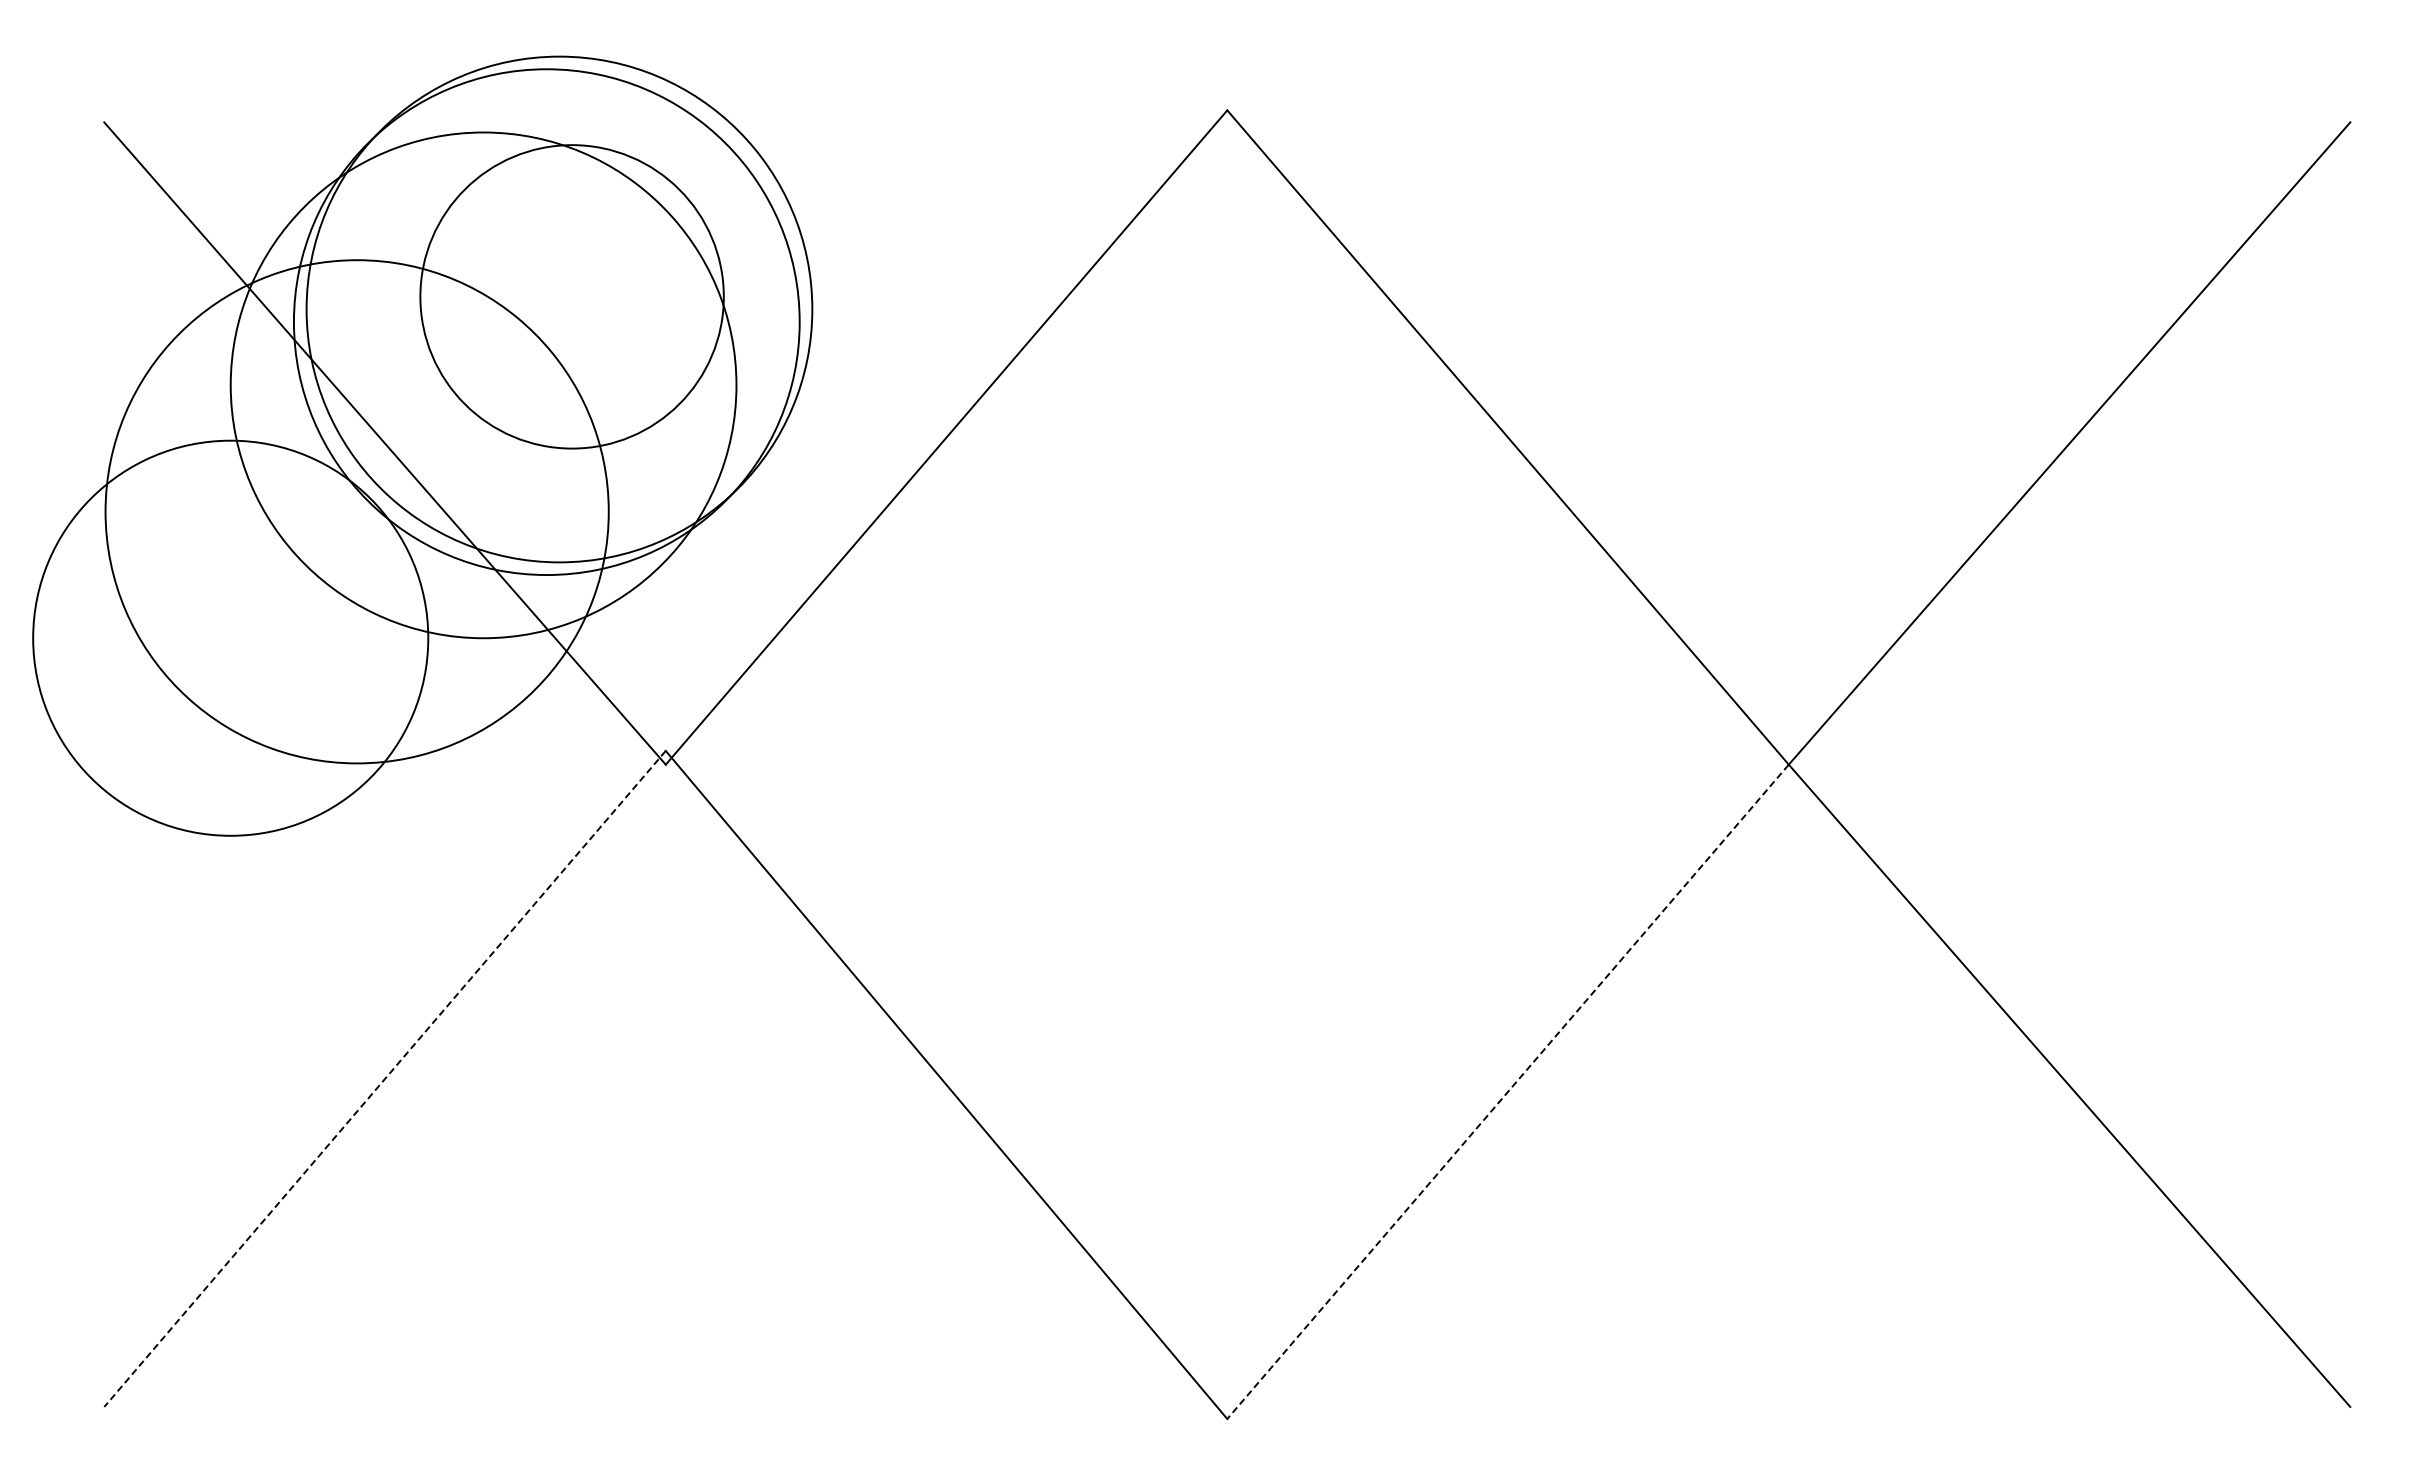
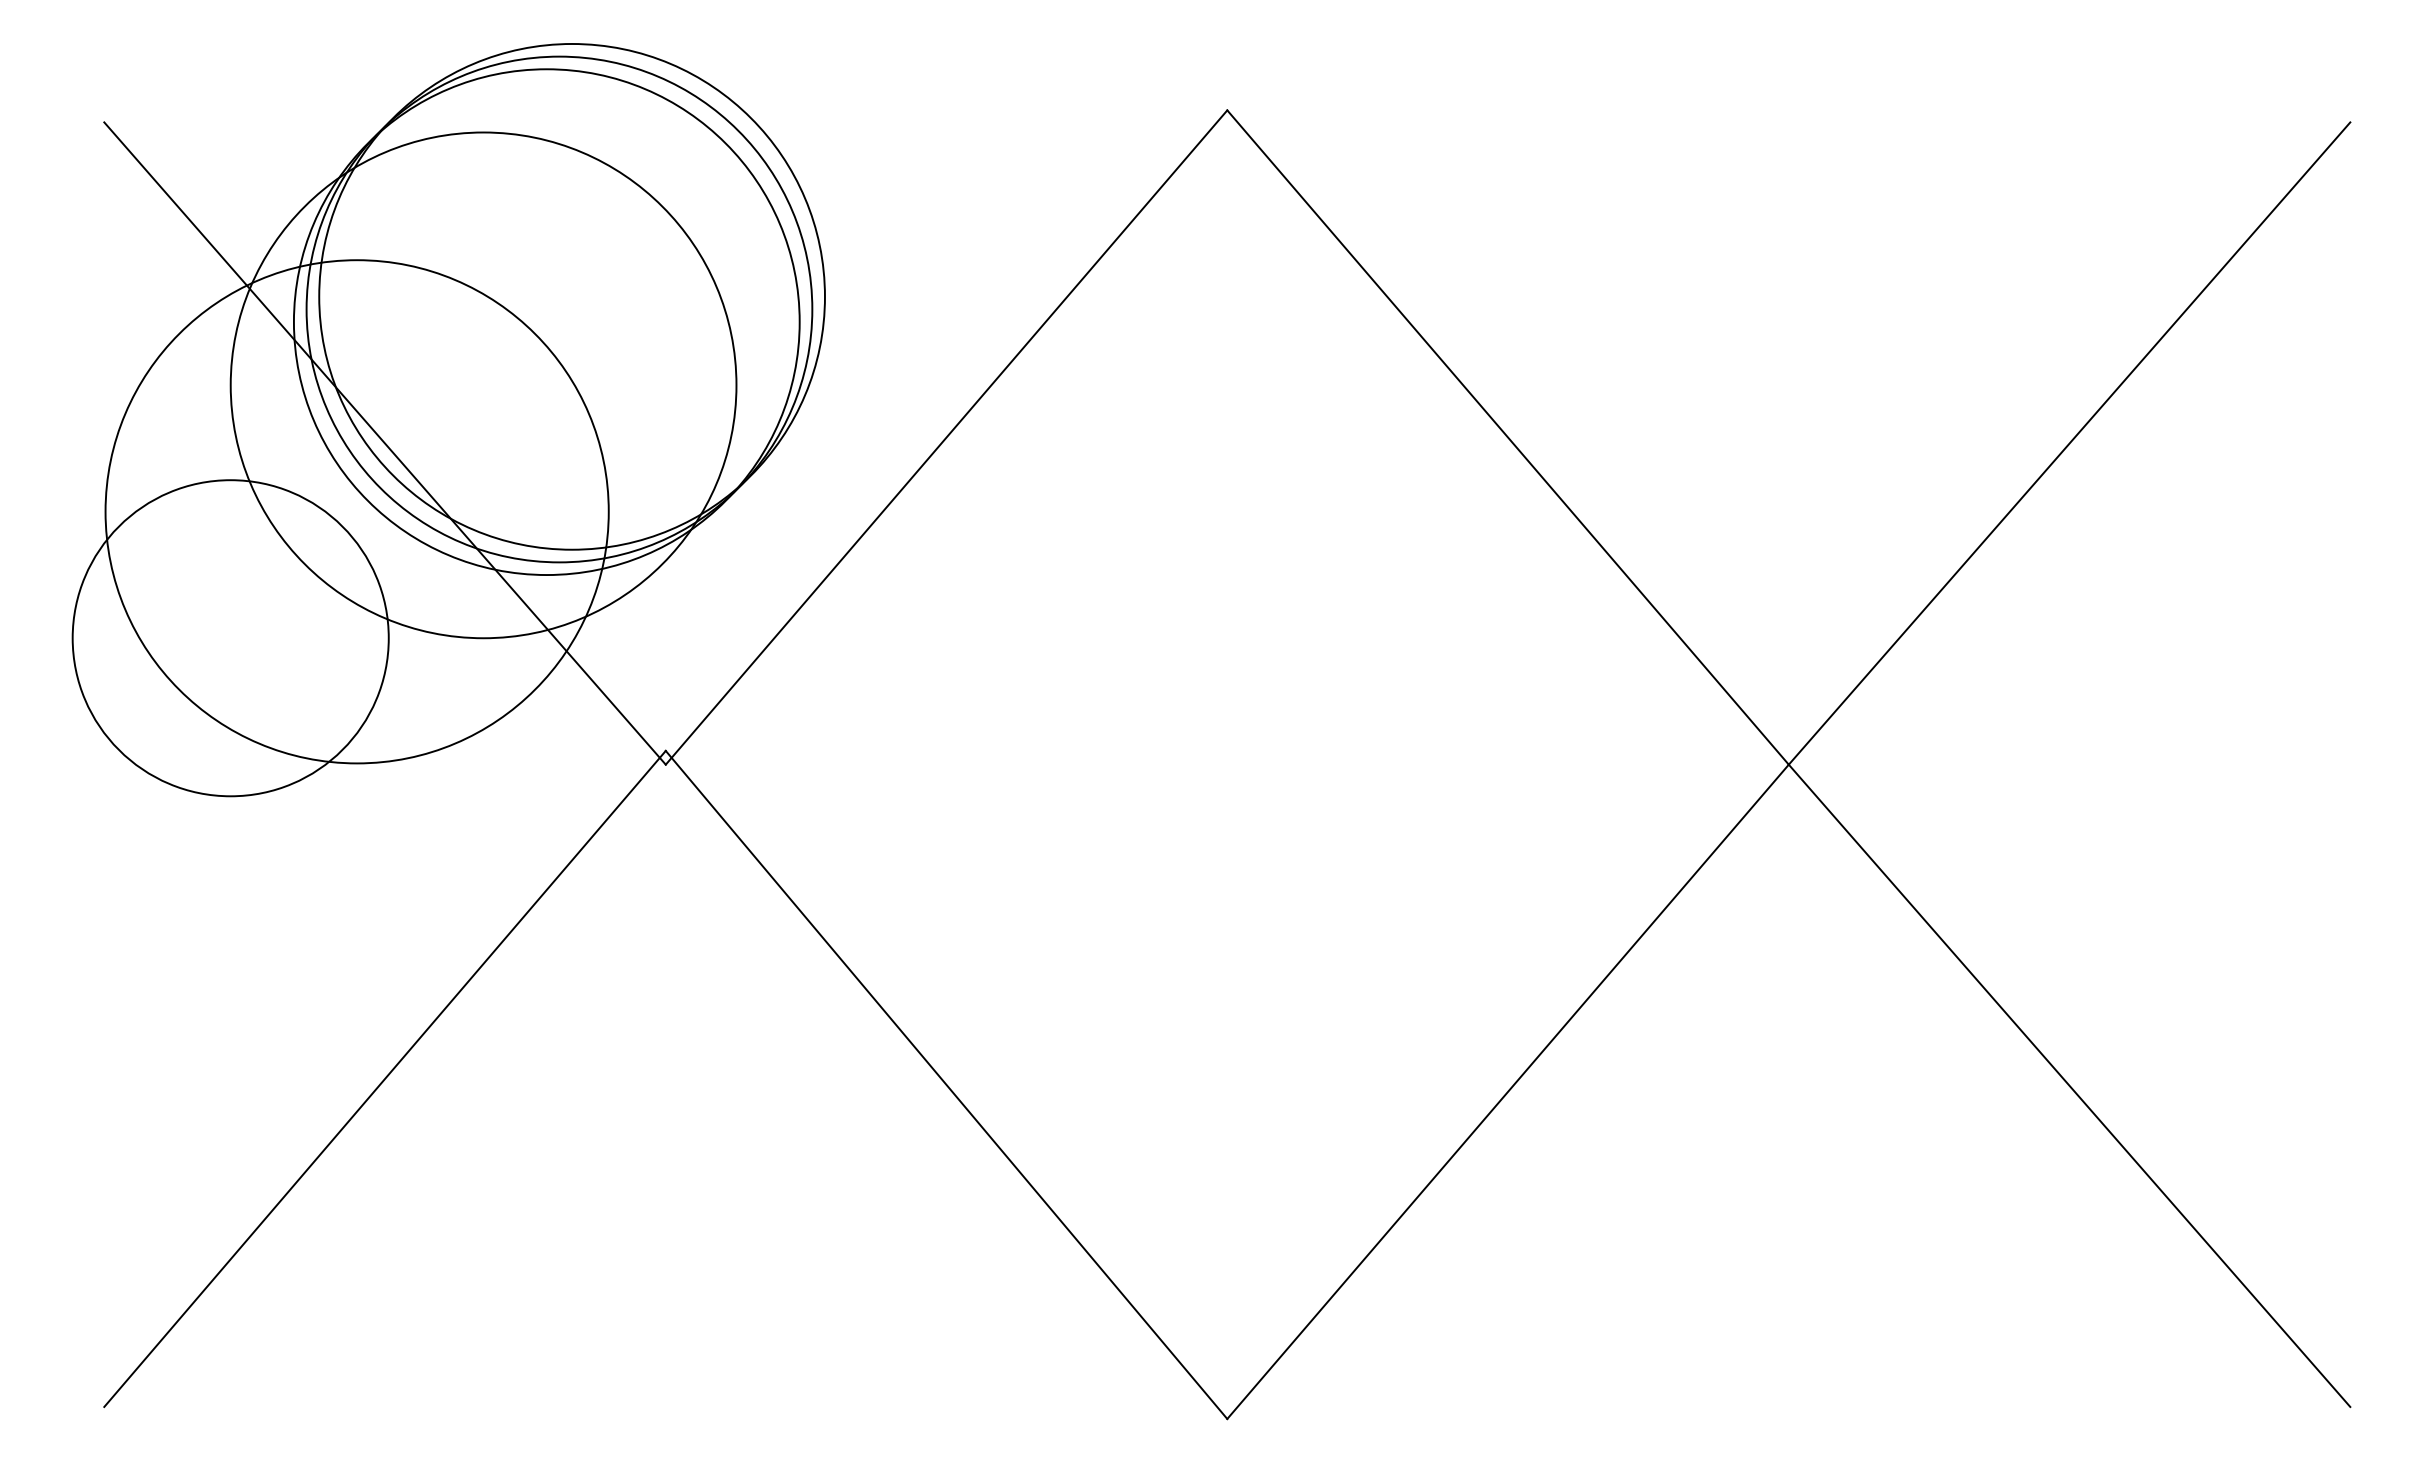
circle at (571, 296) diameter: 303 px -> 506 px
circle at (230, 637) diameter: 395 px -> 316 px
line at (385, 1078): dashed -> solid
line at (1507, 1092): dashed -> solid
